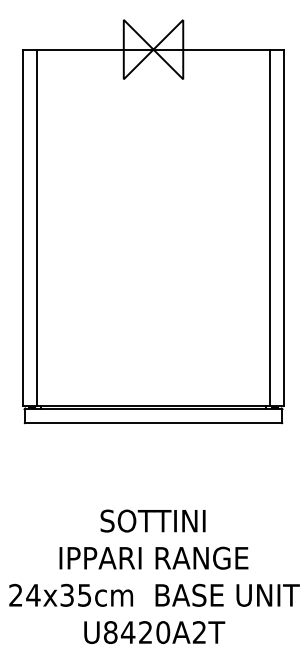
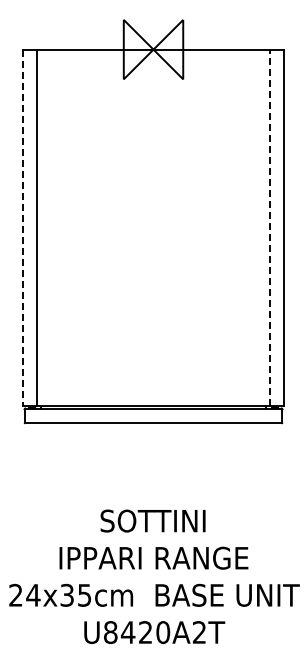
line at (270, 227): solid -> dashed
line at (23, 228): solid -> dashed
